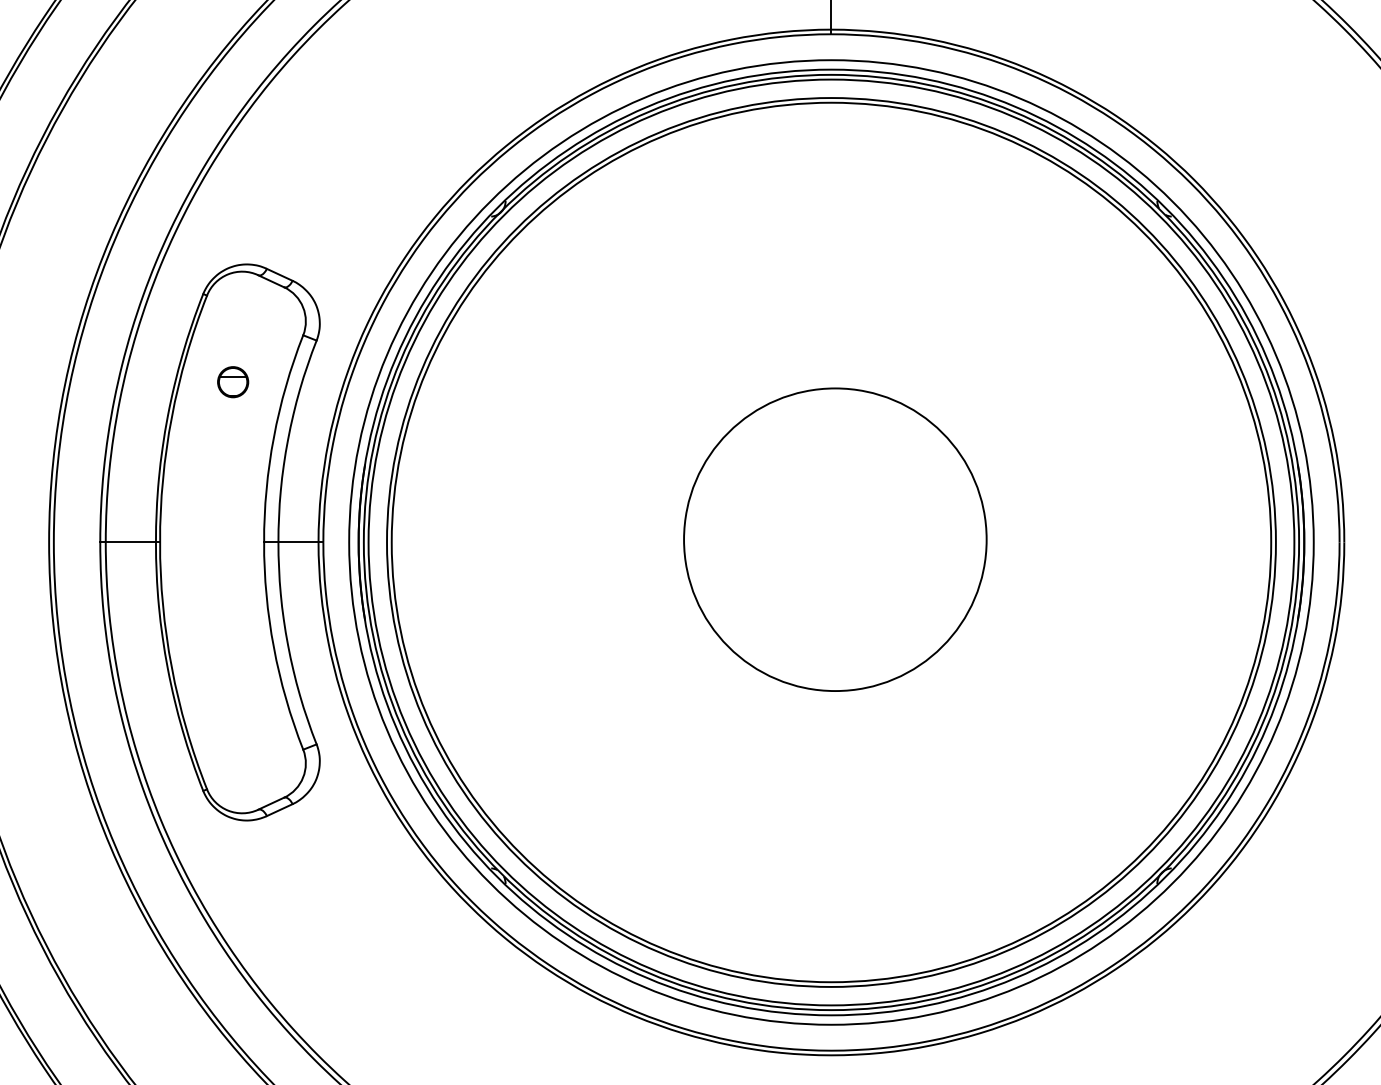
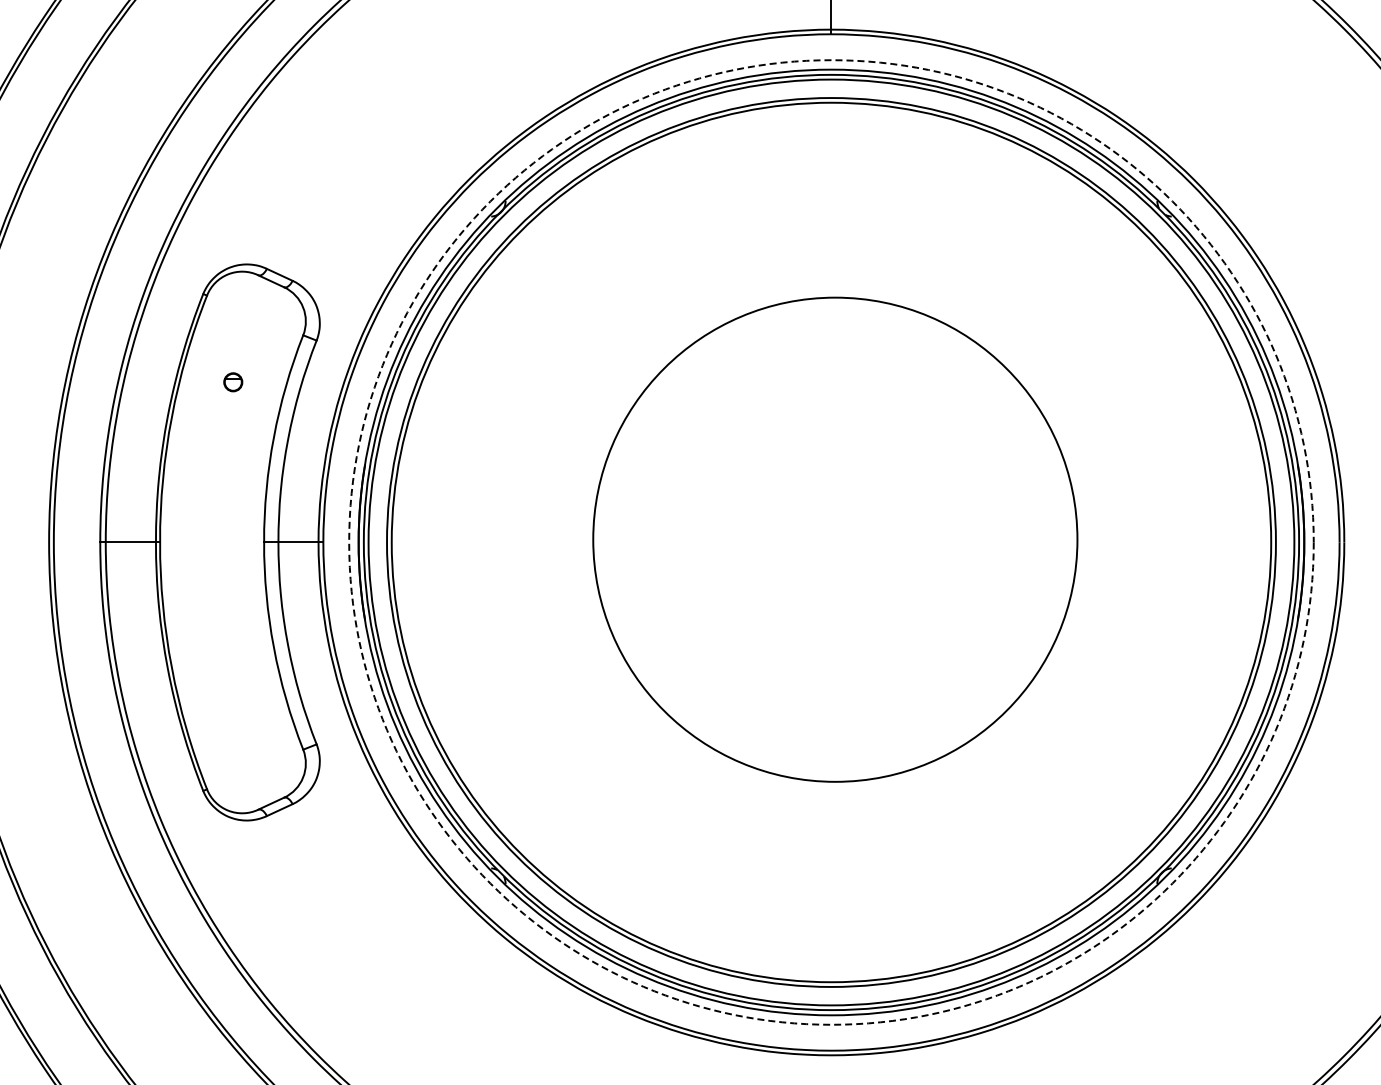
part at (233, 382) size: 33x33 px -> 21x21 px
circle at (835, 539) diameter: 303 px -> 484 px
circle at (831, 542): solid -> dashed
